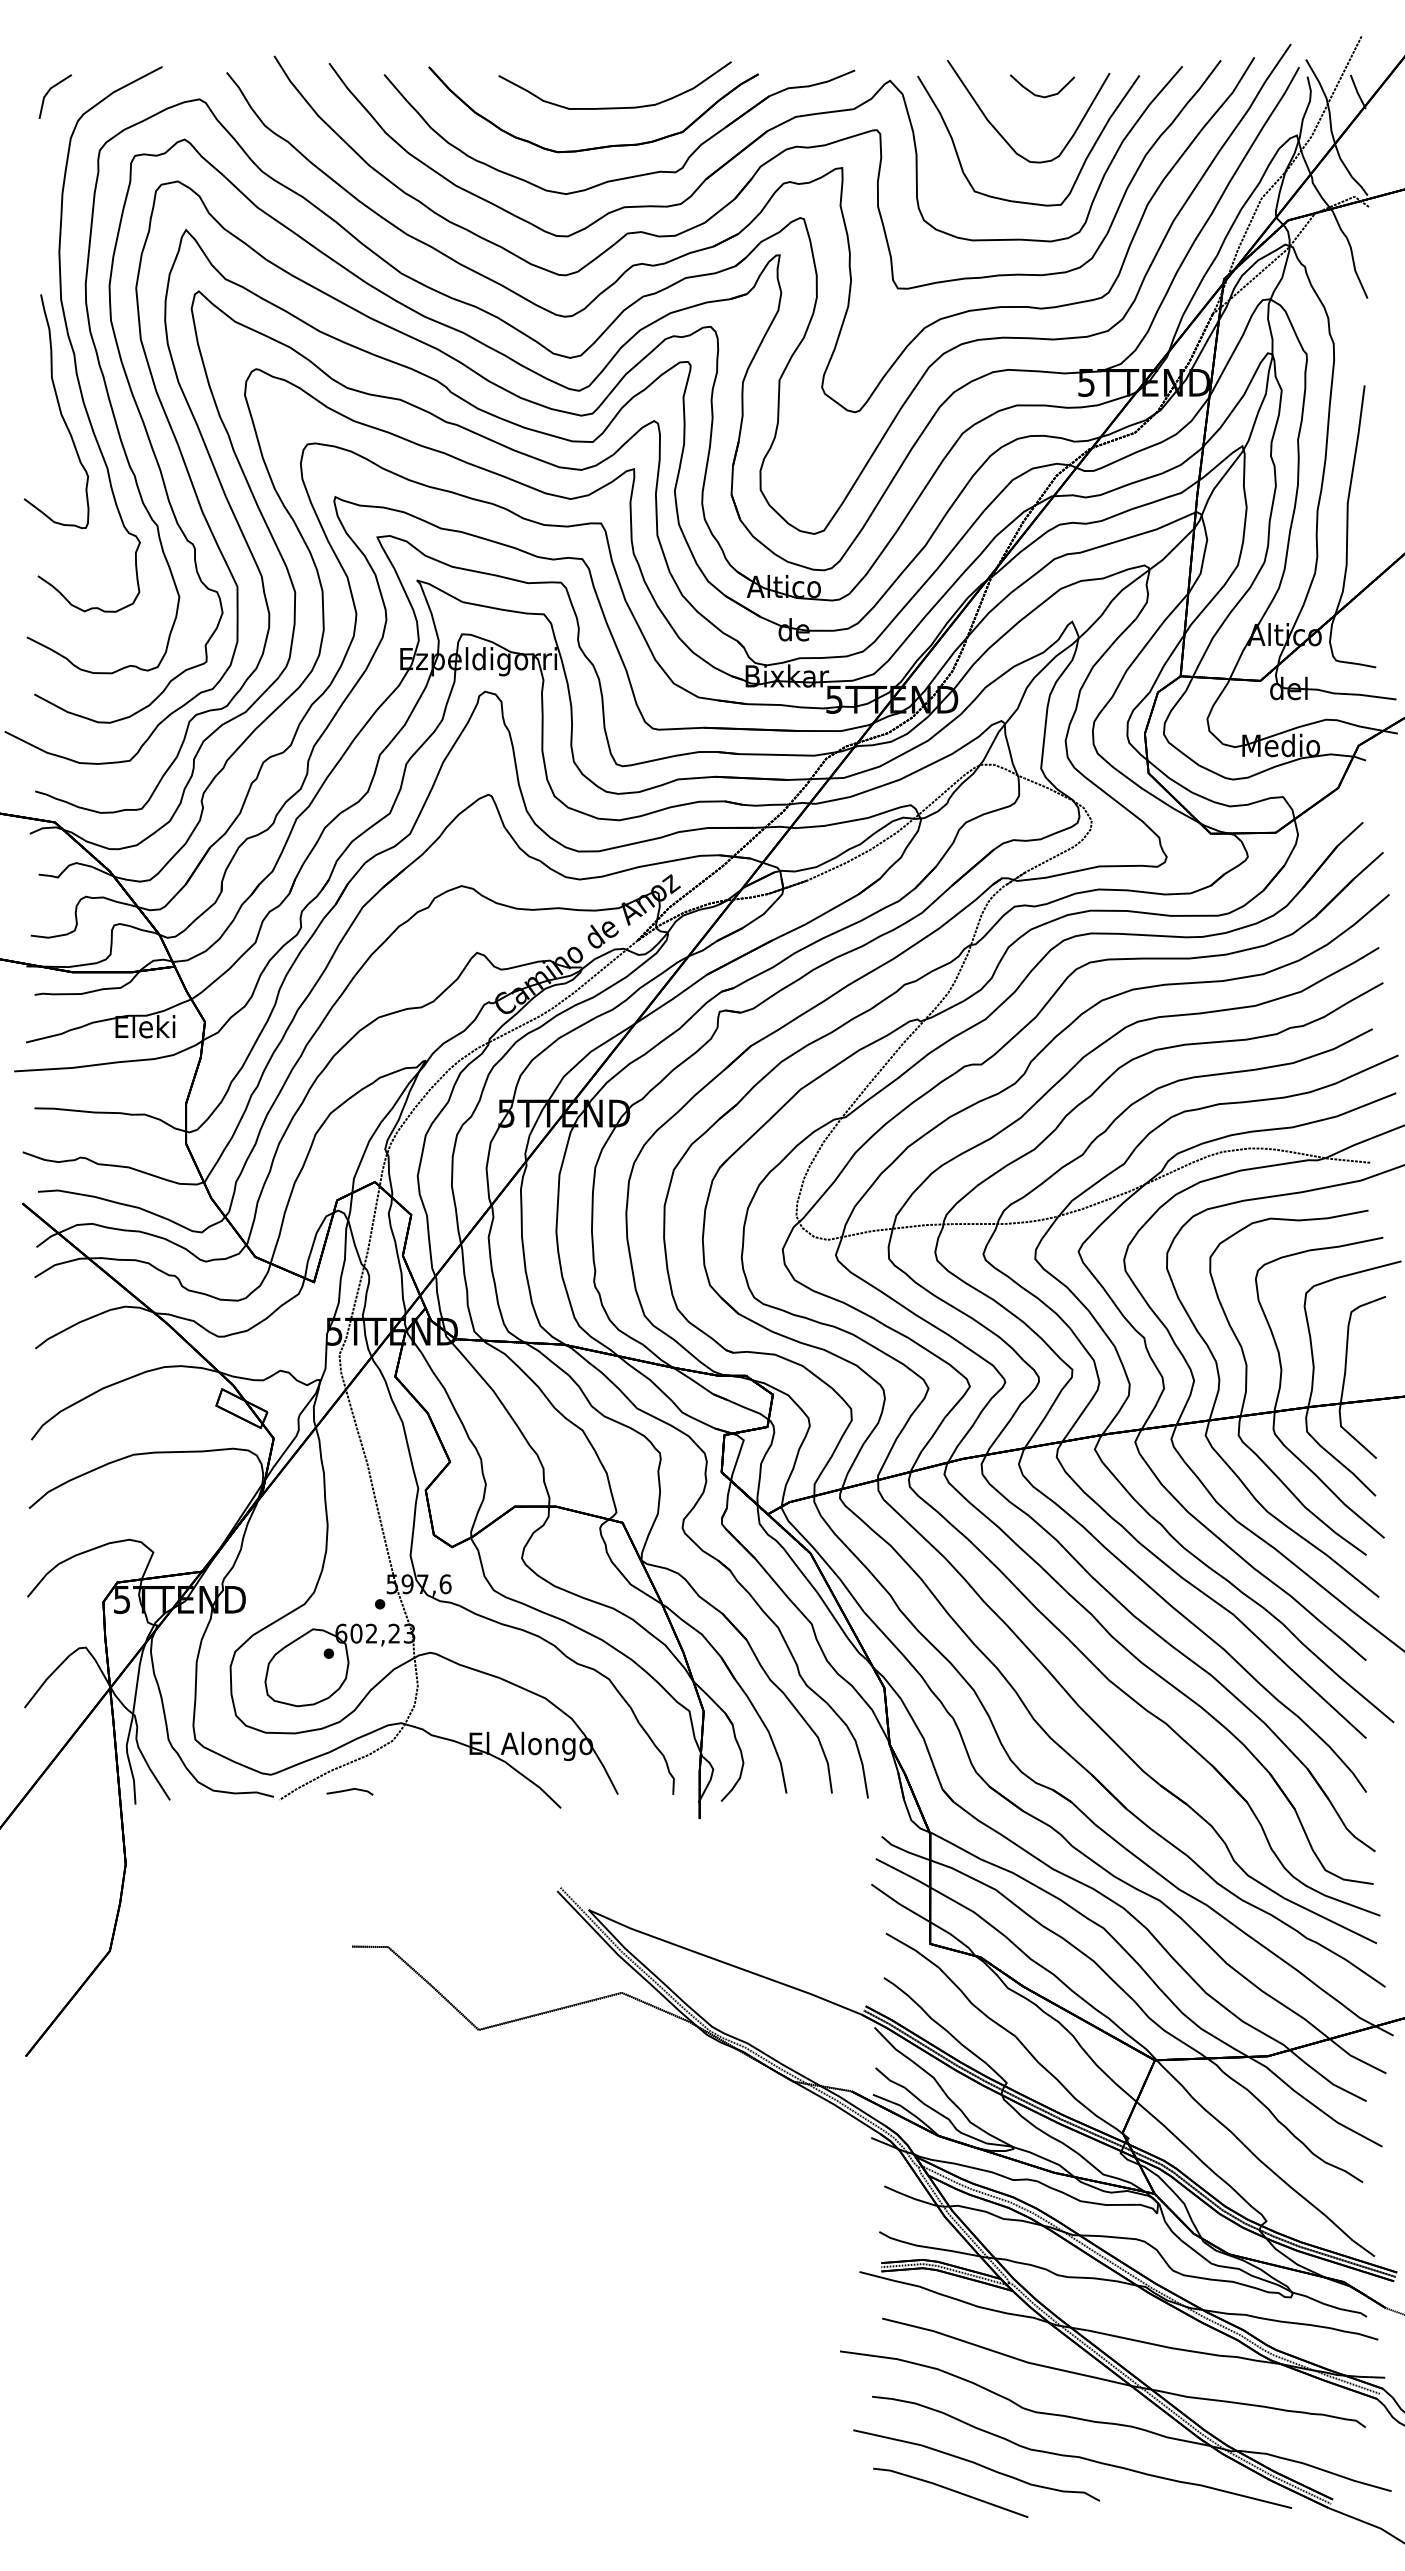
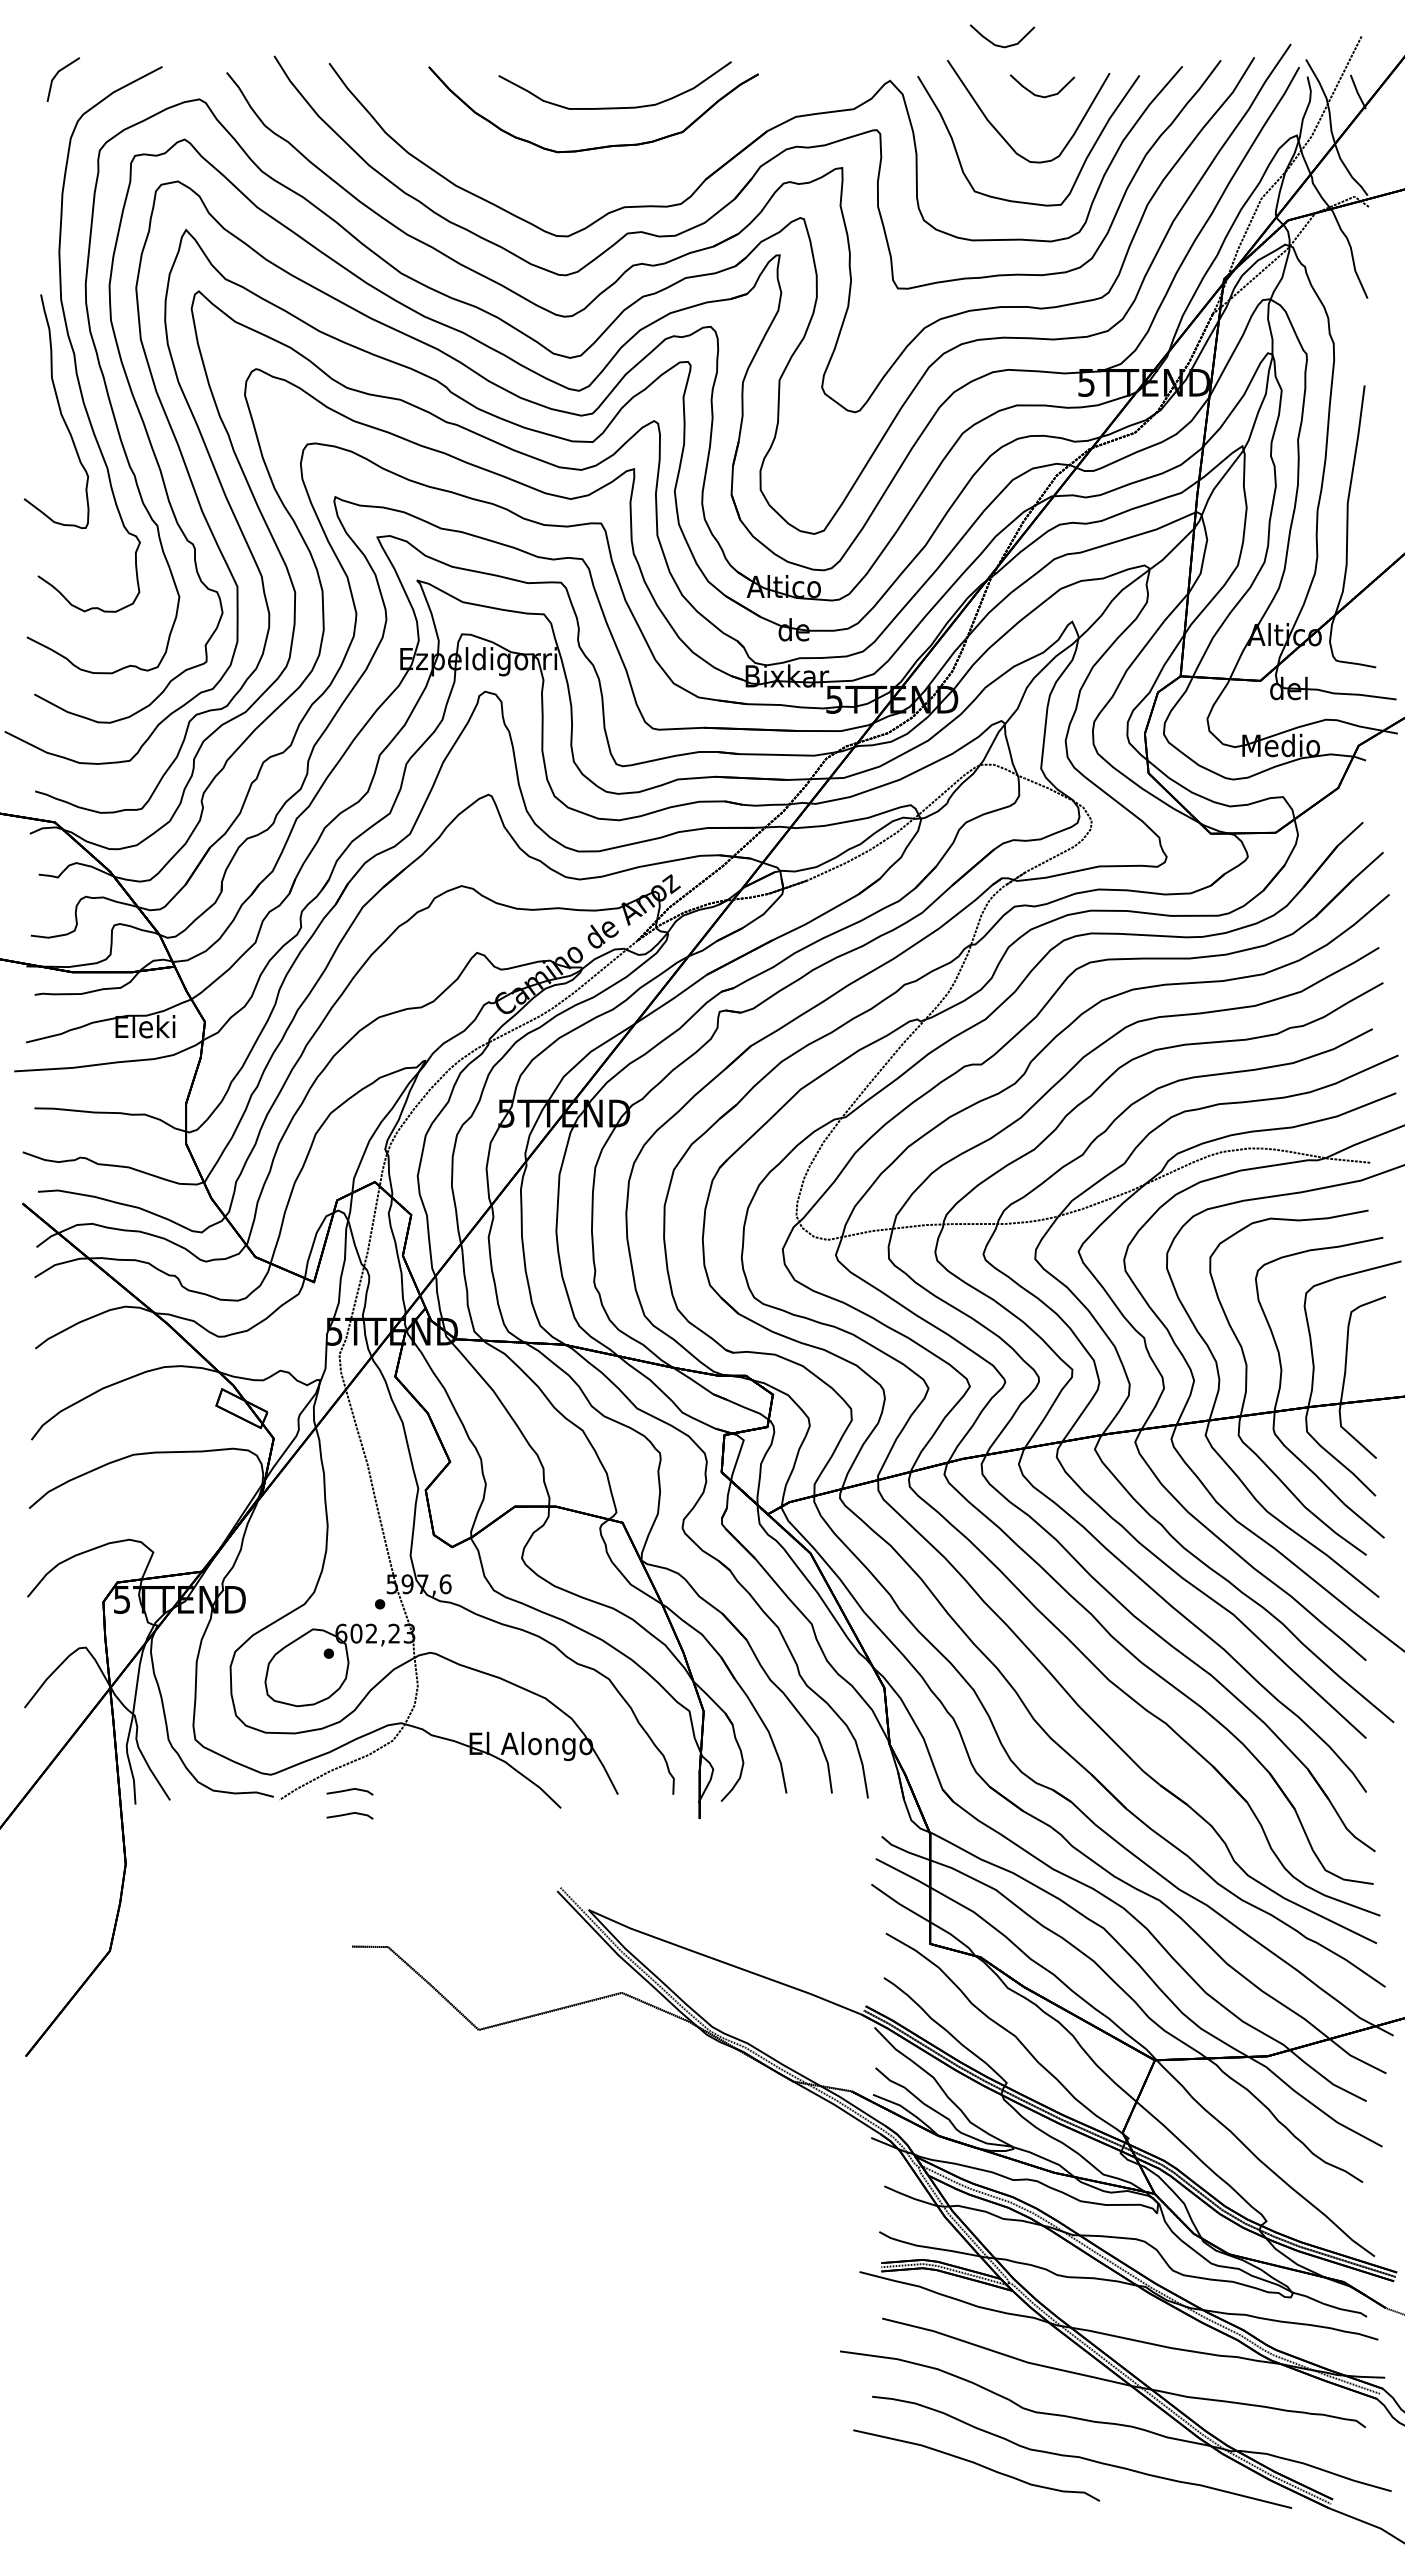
part at (1002, 45): none -> present
line at (48, 93) position: (48, 93) -> (56, 76)
part at (628, 176): present -> none
line at (349, 1814): none -> present
line at (950, 2490): present -> none
